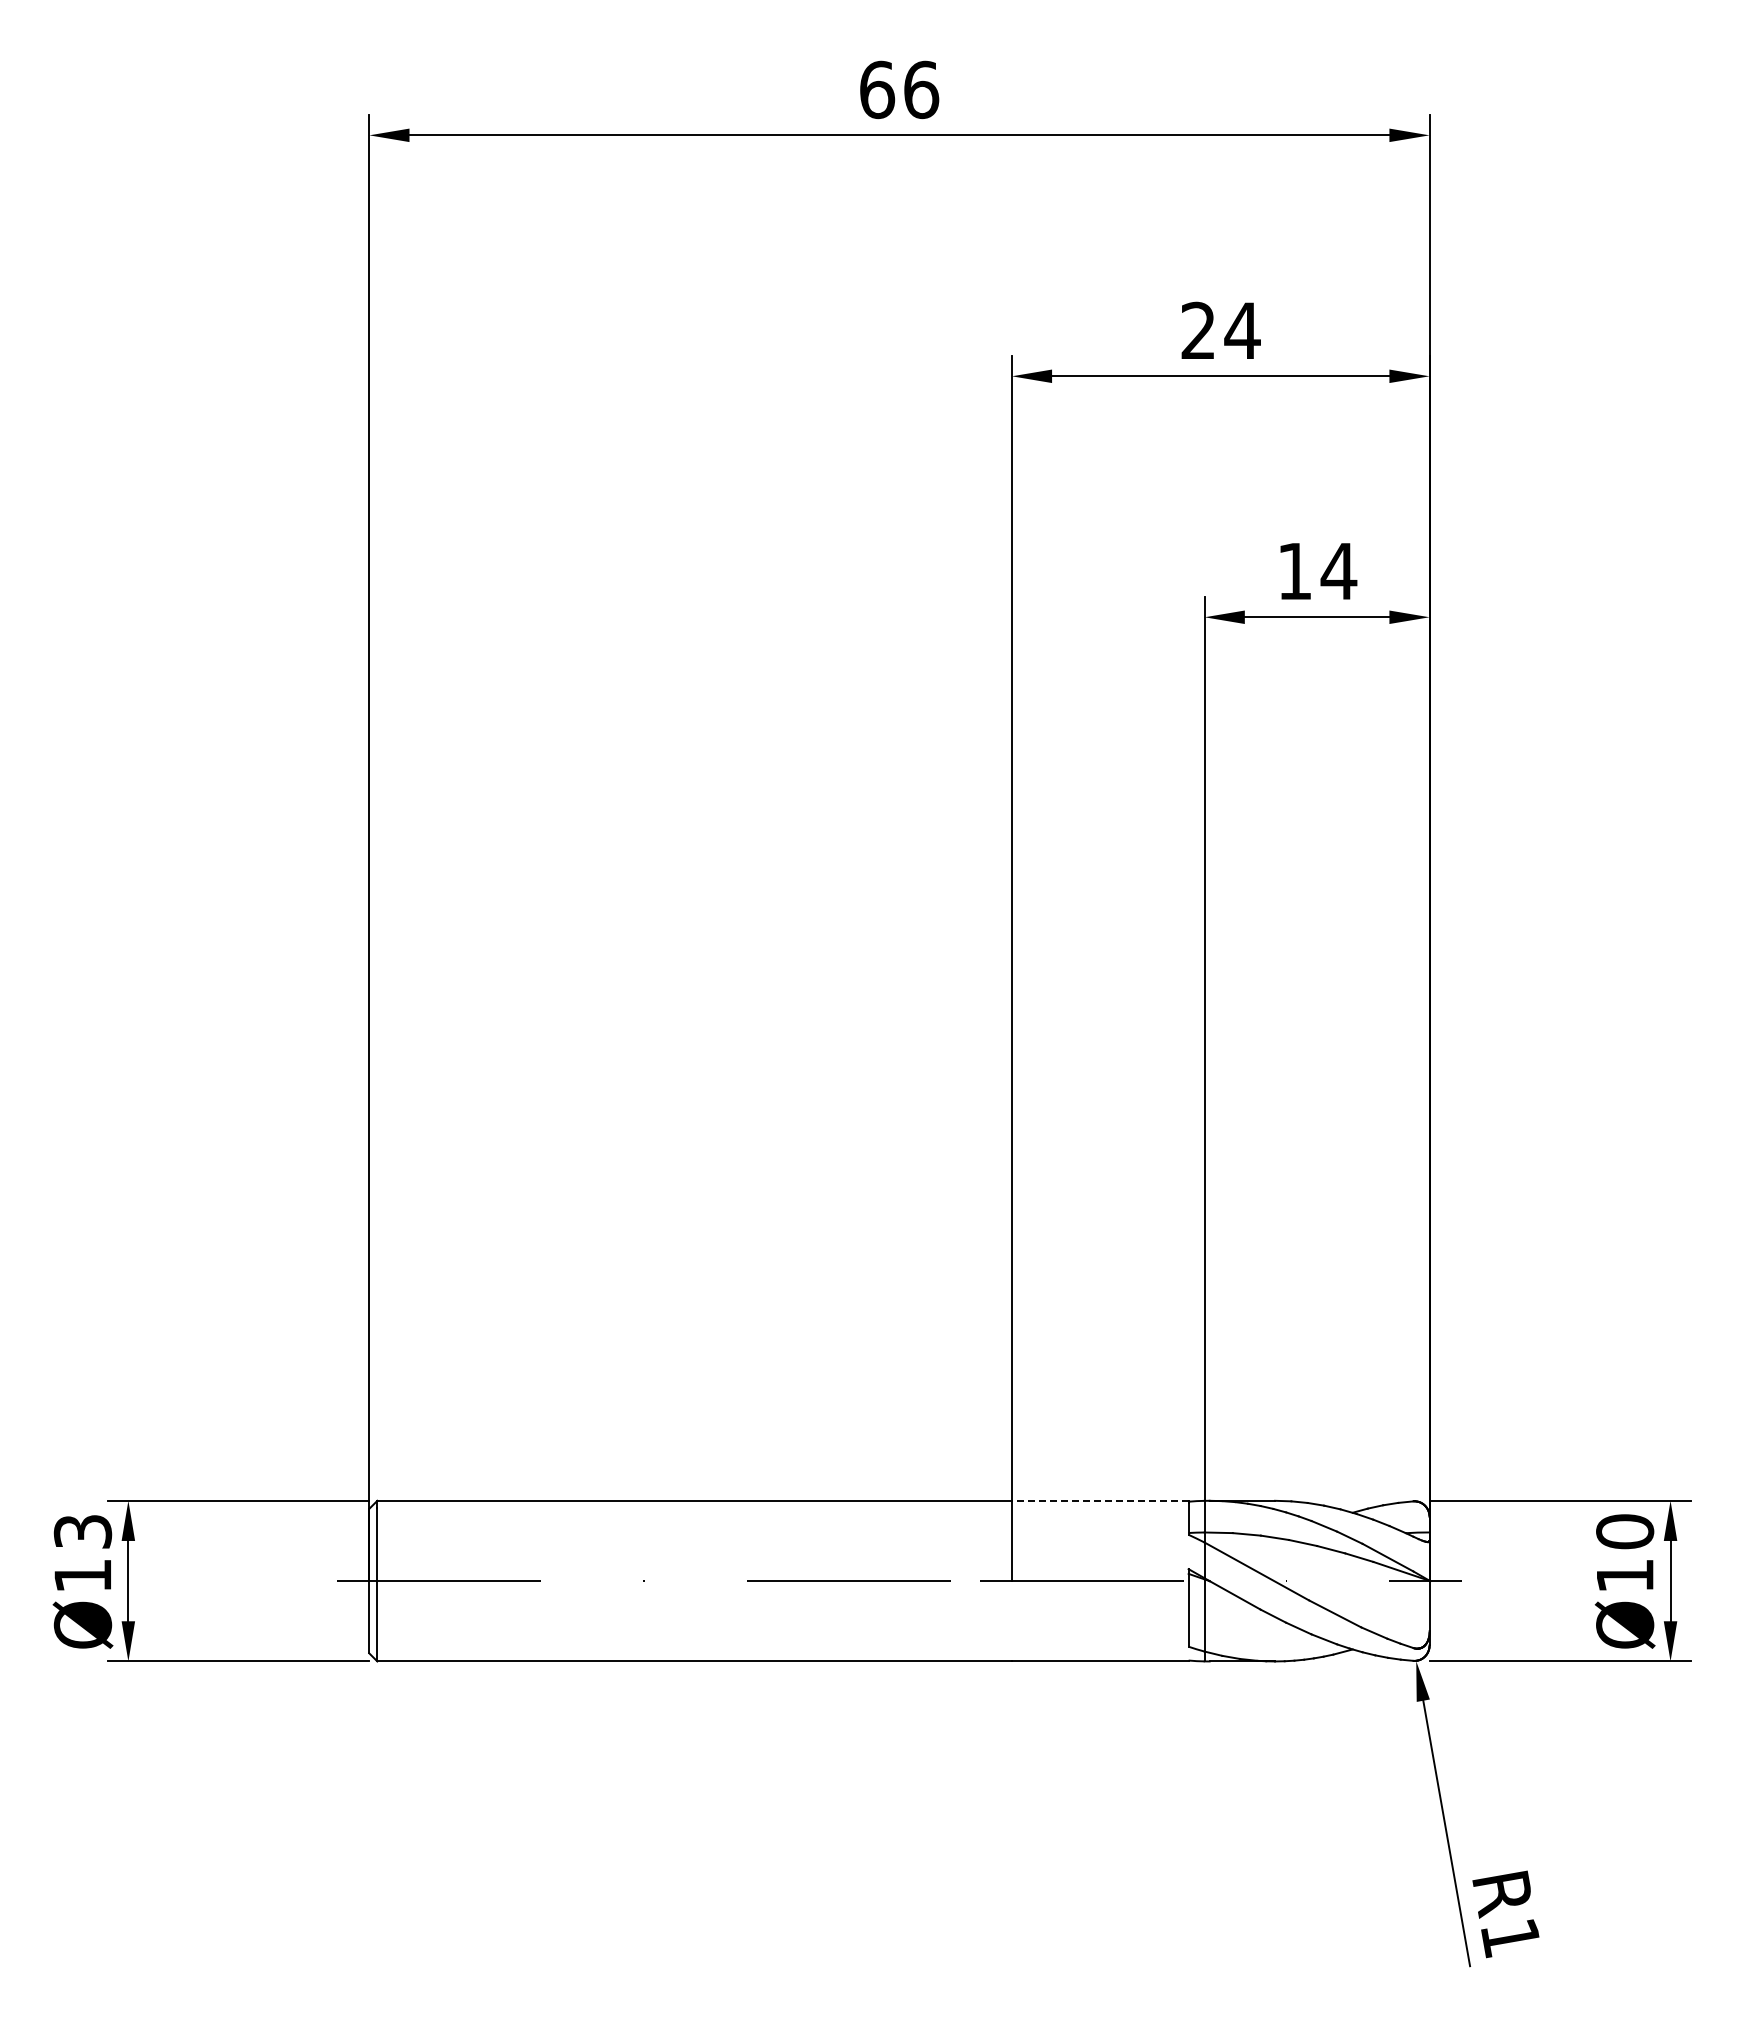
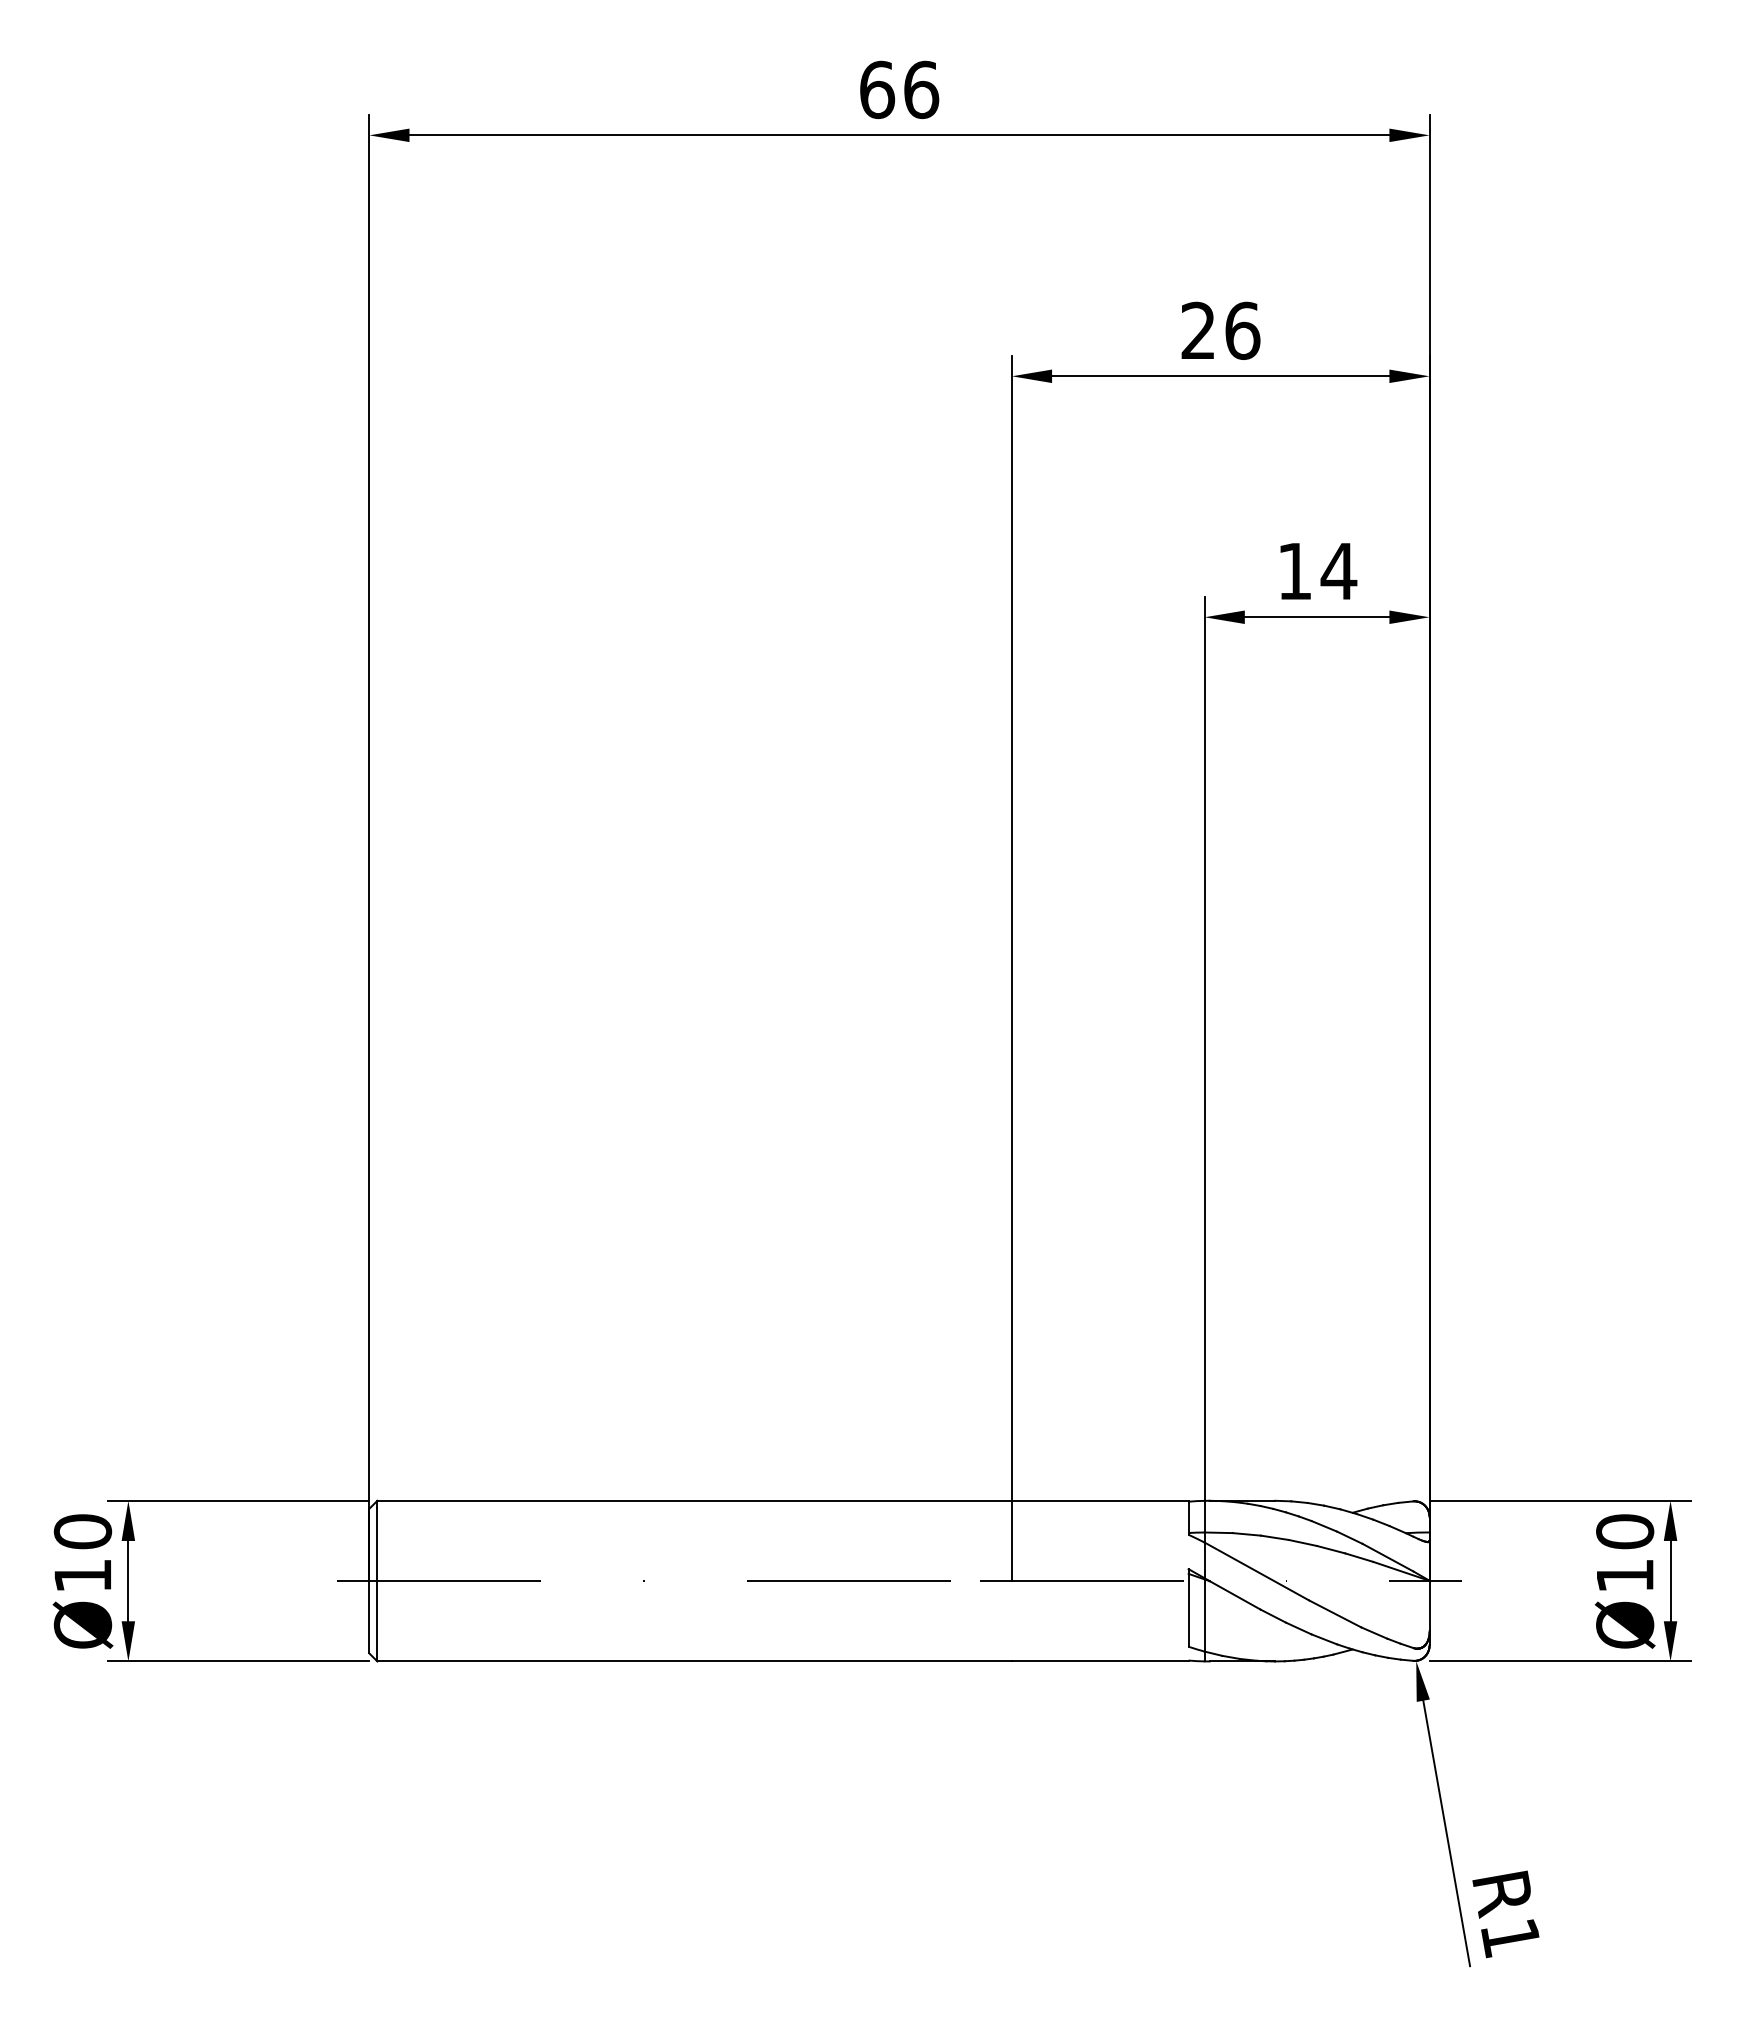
text at (1242, 330): 24 -> 26
line at (1099, 1500): dashed -> solid
text at (82, 1531): Ø13 -> Ø10
